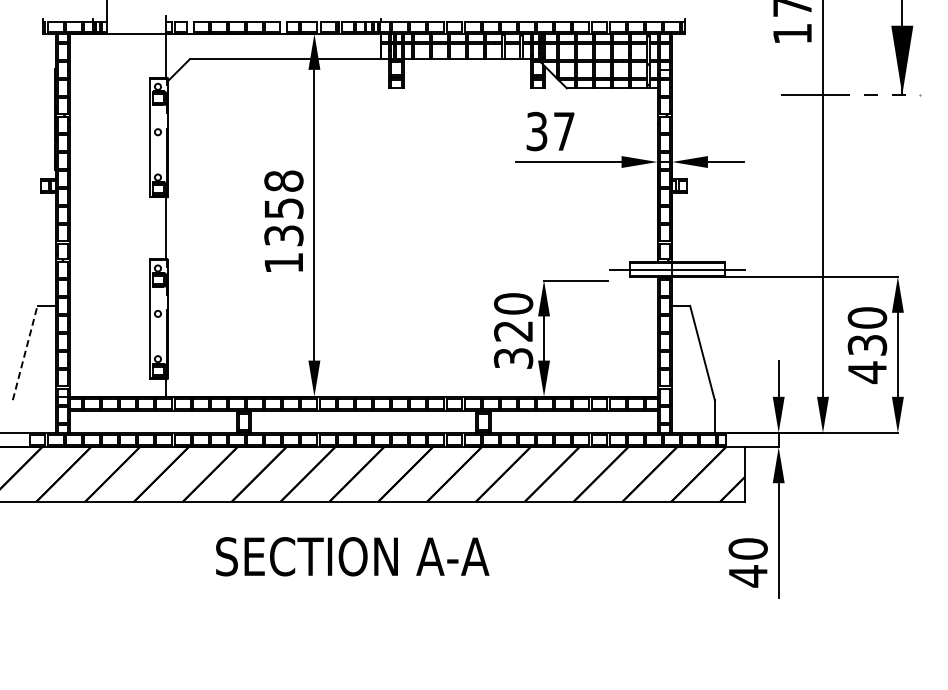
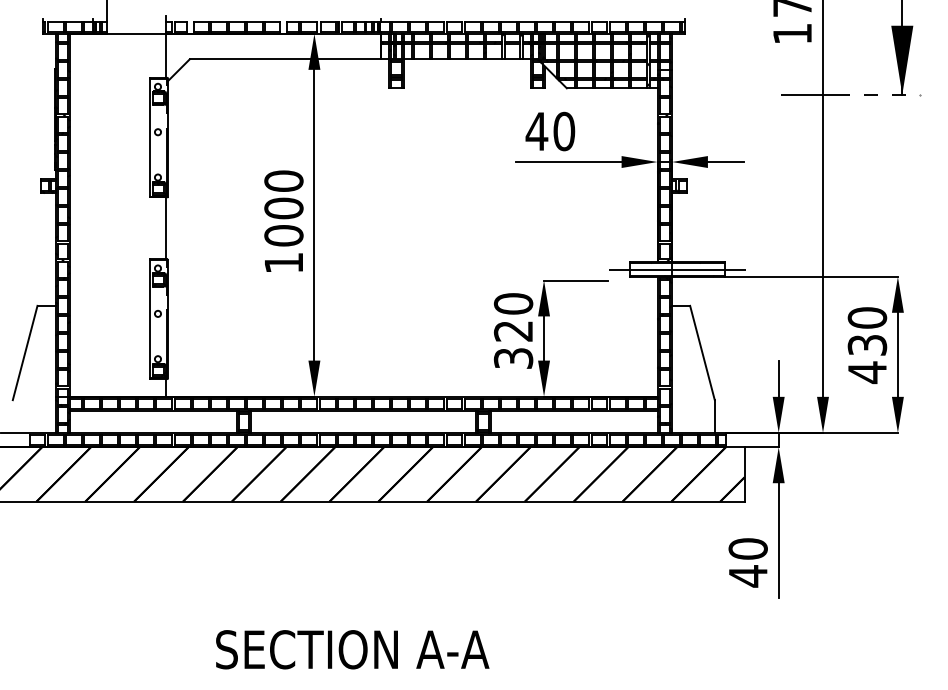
text at (550, 131): 37 -> 40
text at (283, 208): 1358 -> 1000
line at (25, 353): dashed -> solid
text at (352, 556) position: (352, 556) -> (352, 649)
